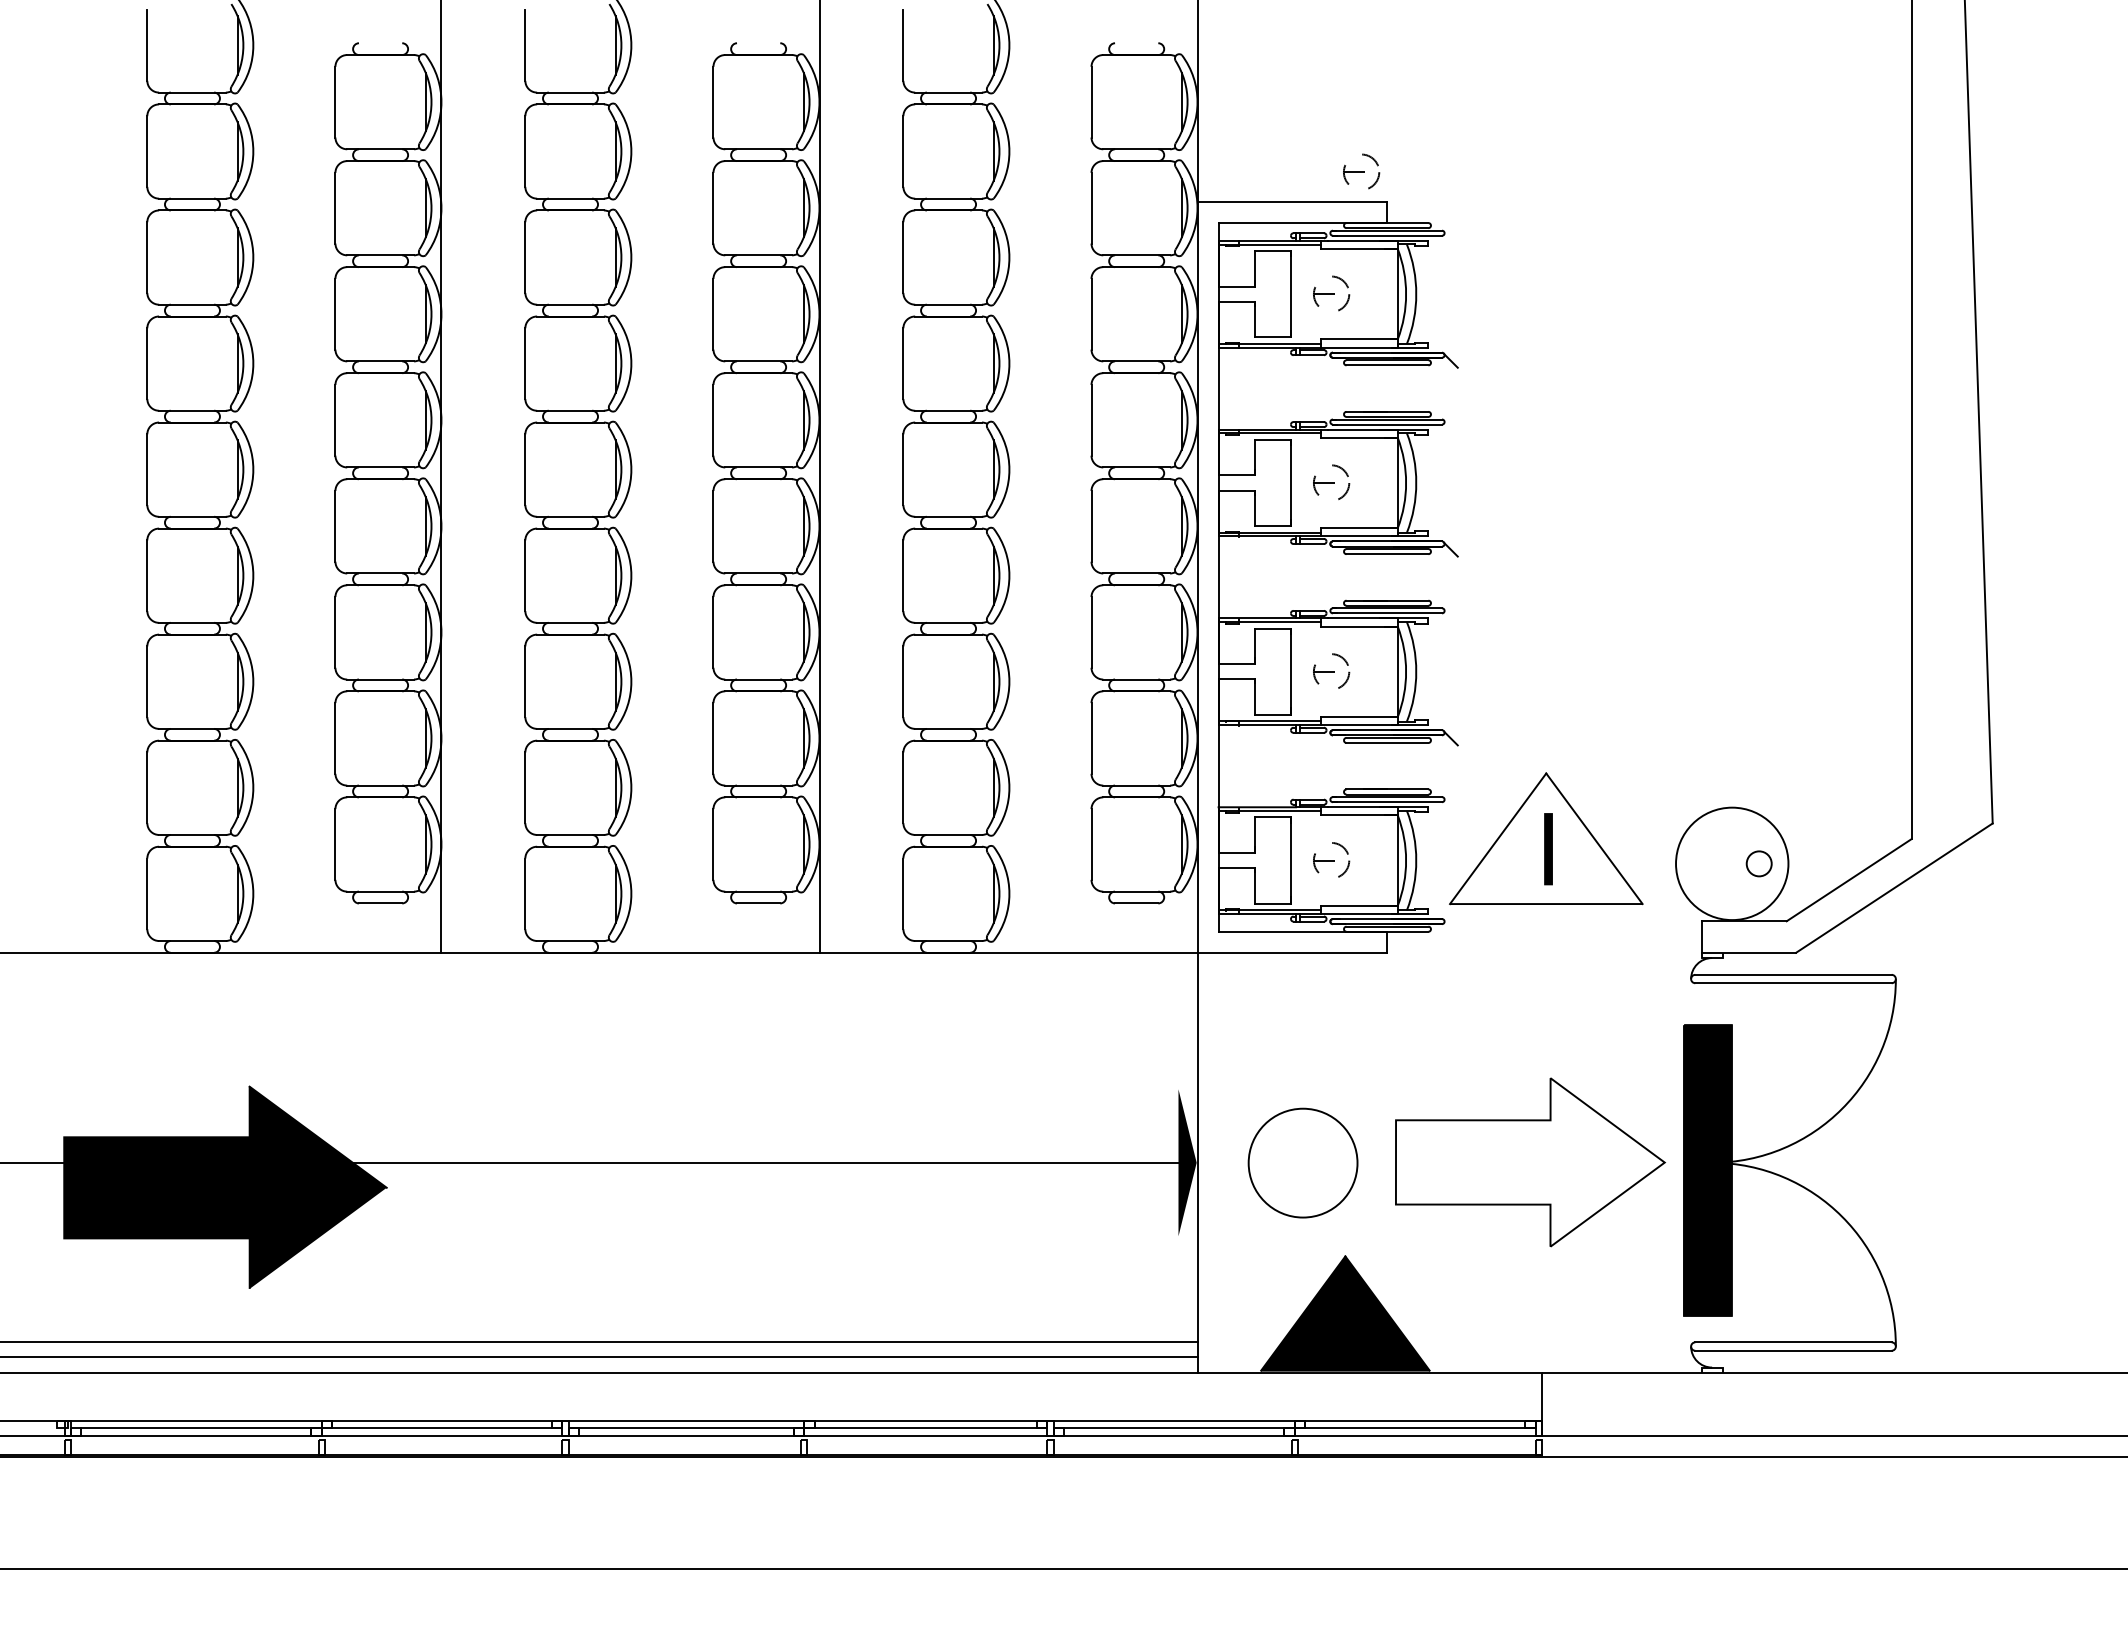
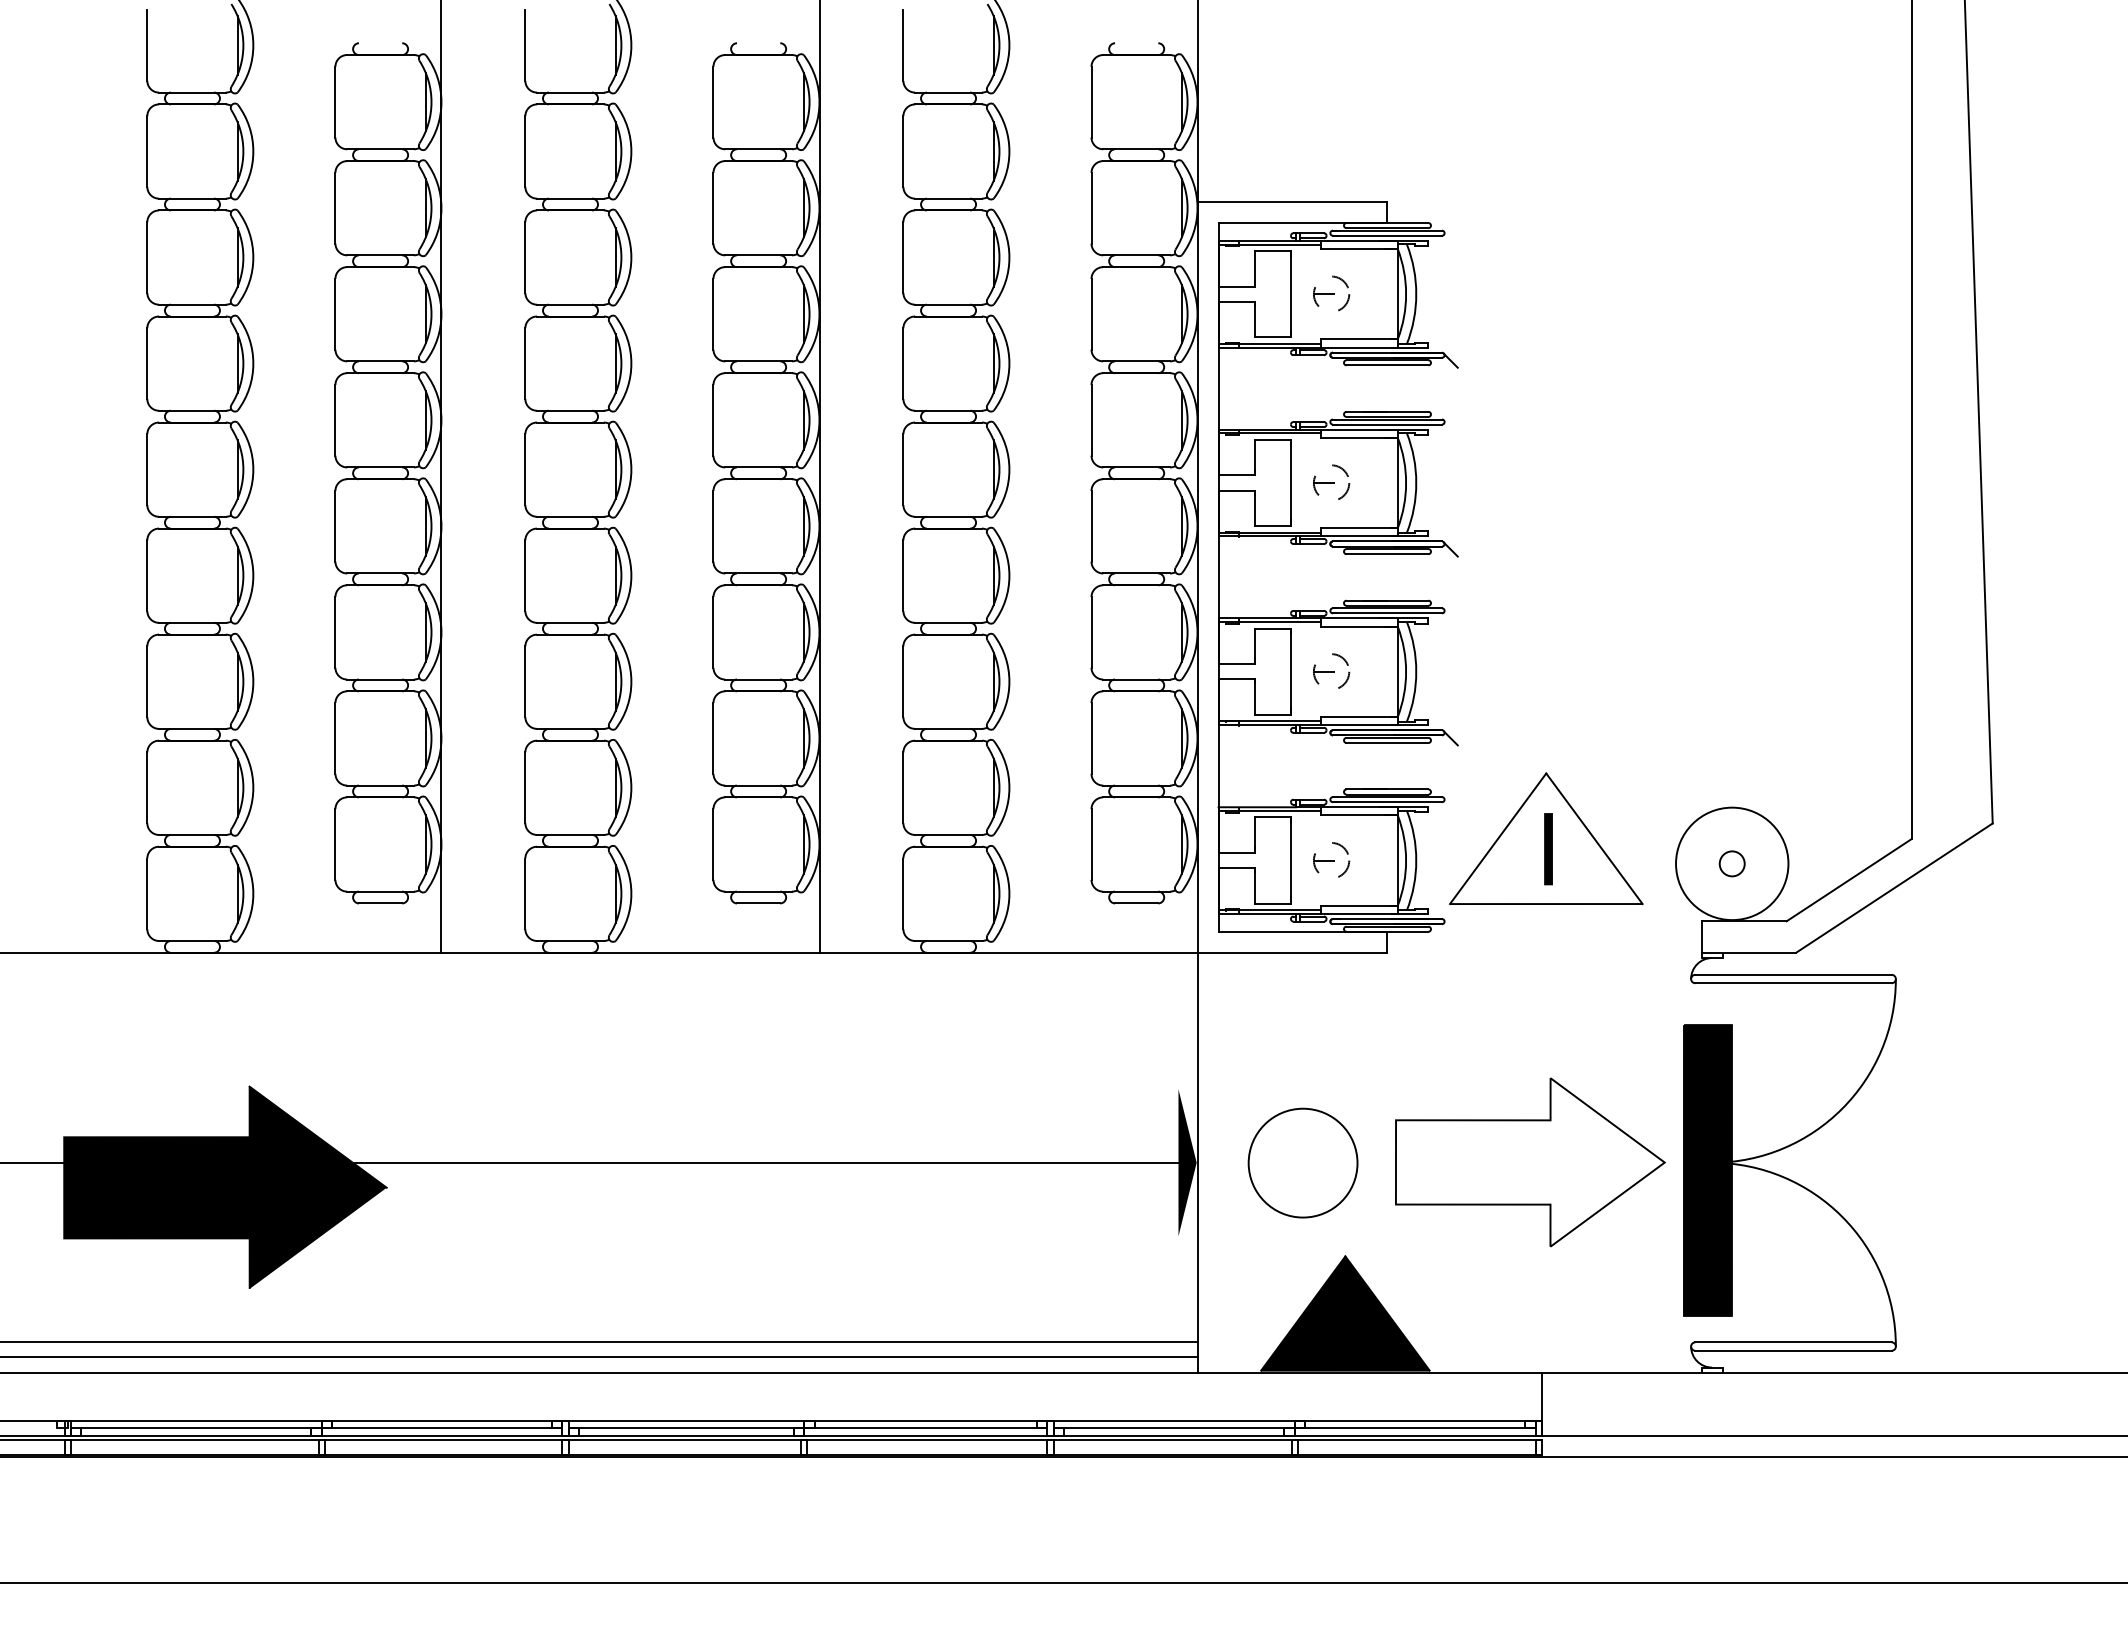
part at (1361, 171): present -> none
circle at (1758, 863) position: (1758, 863) -> (1731, 863)
line at (771, 1440): none -> present
line at (1063, 1568) position: (1063, 1568) -> (1063, 1582)
